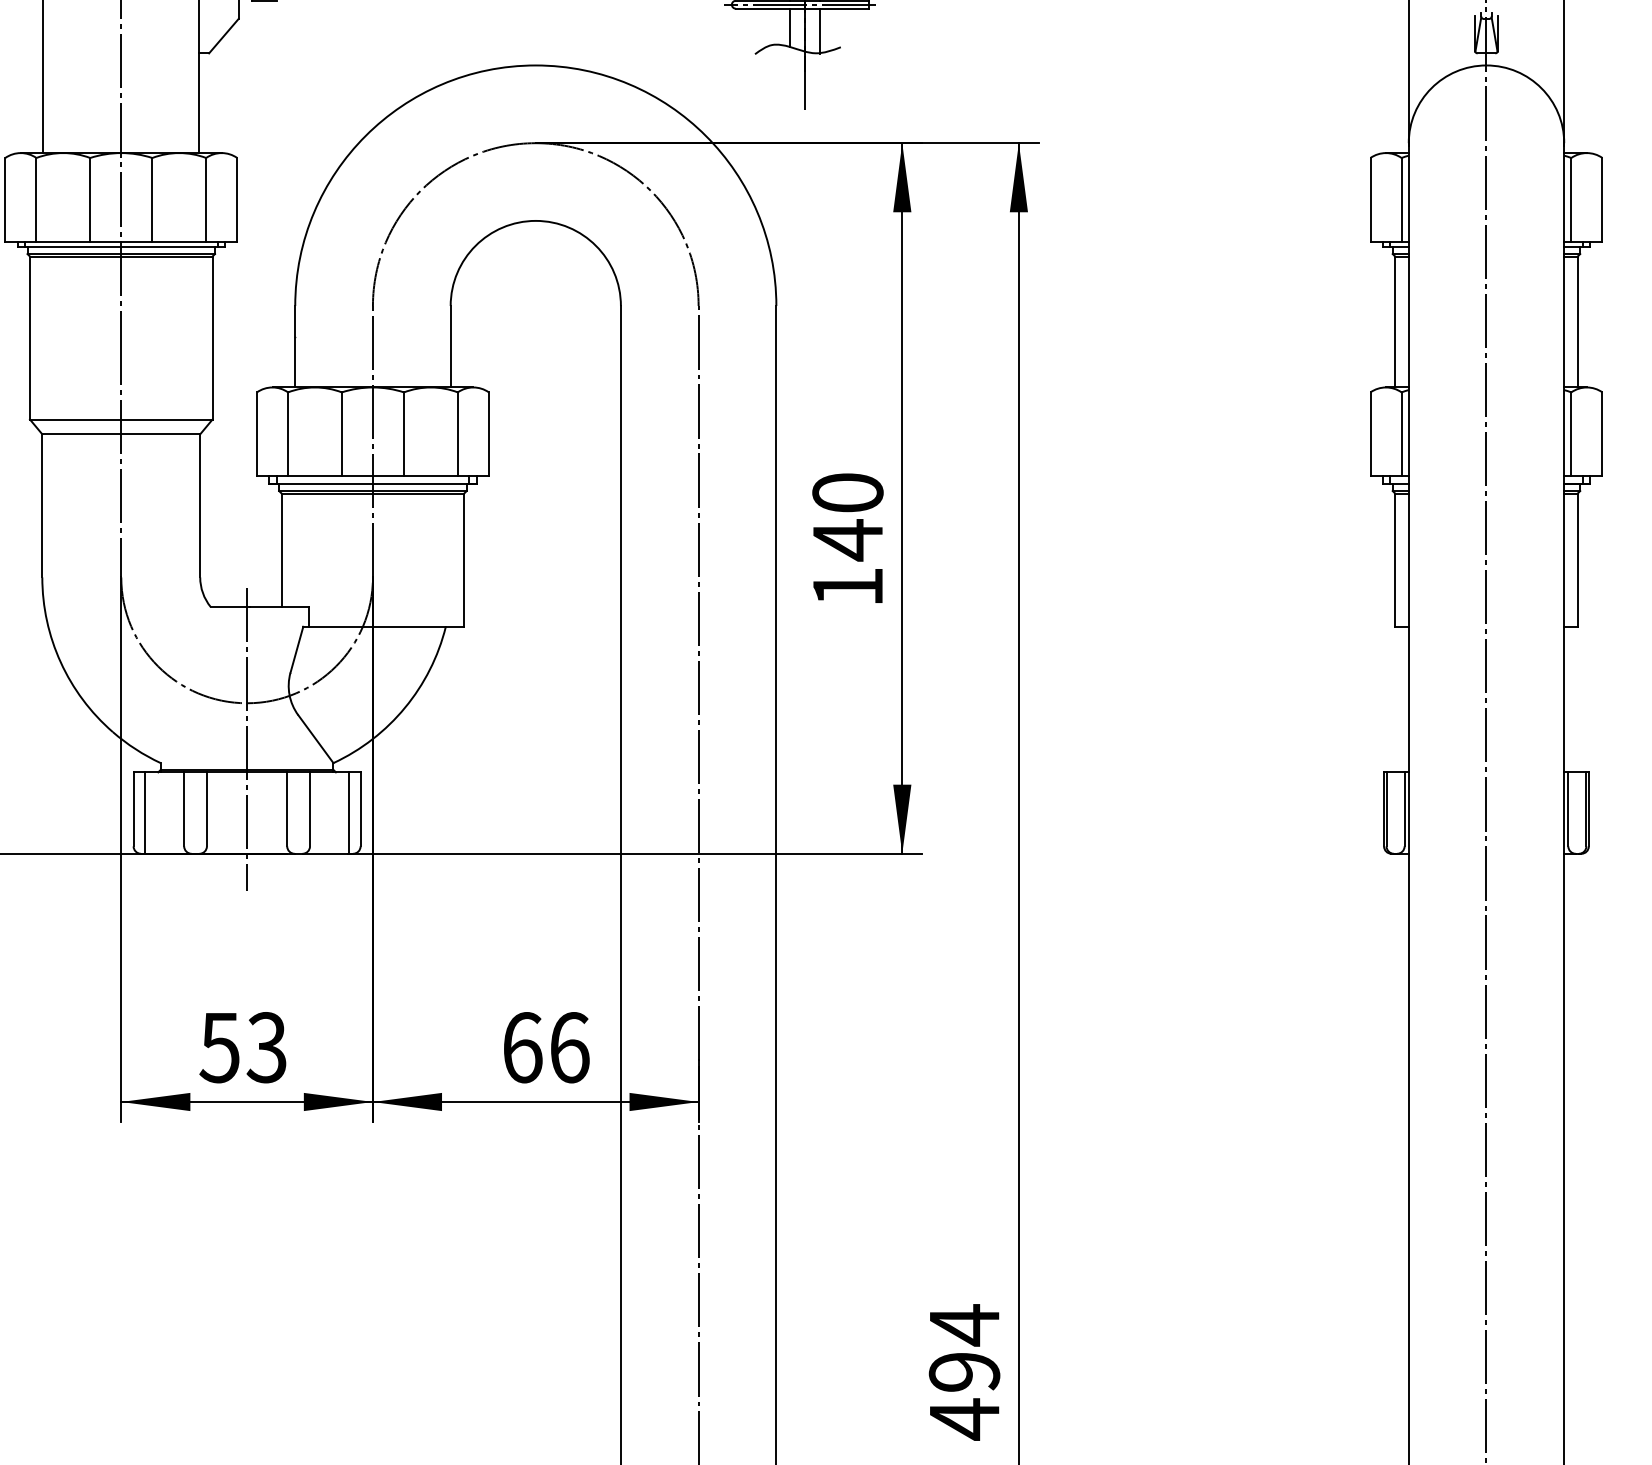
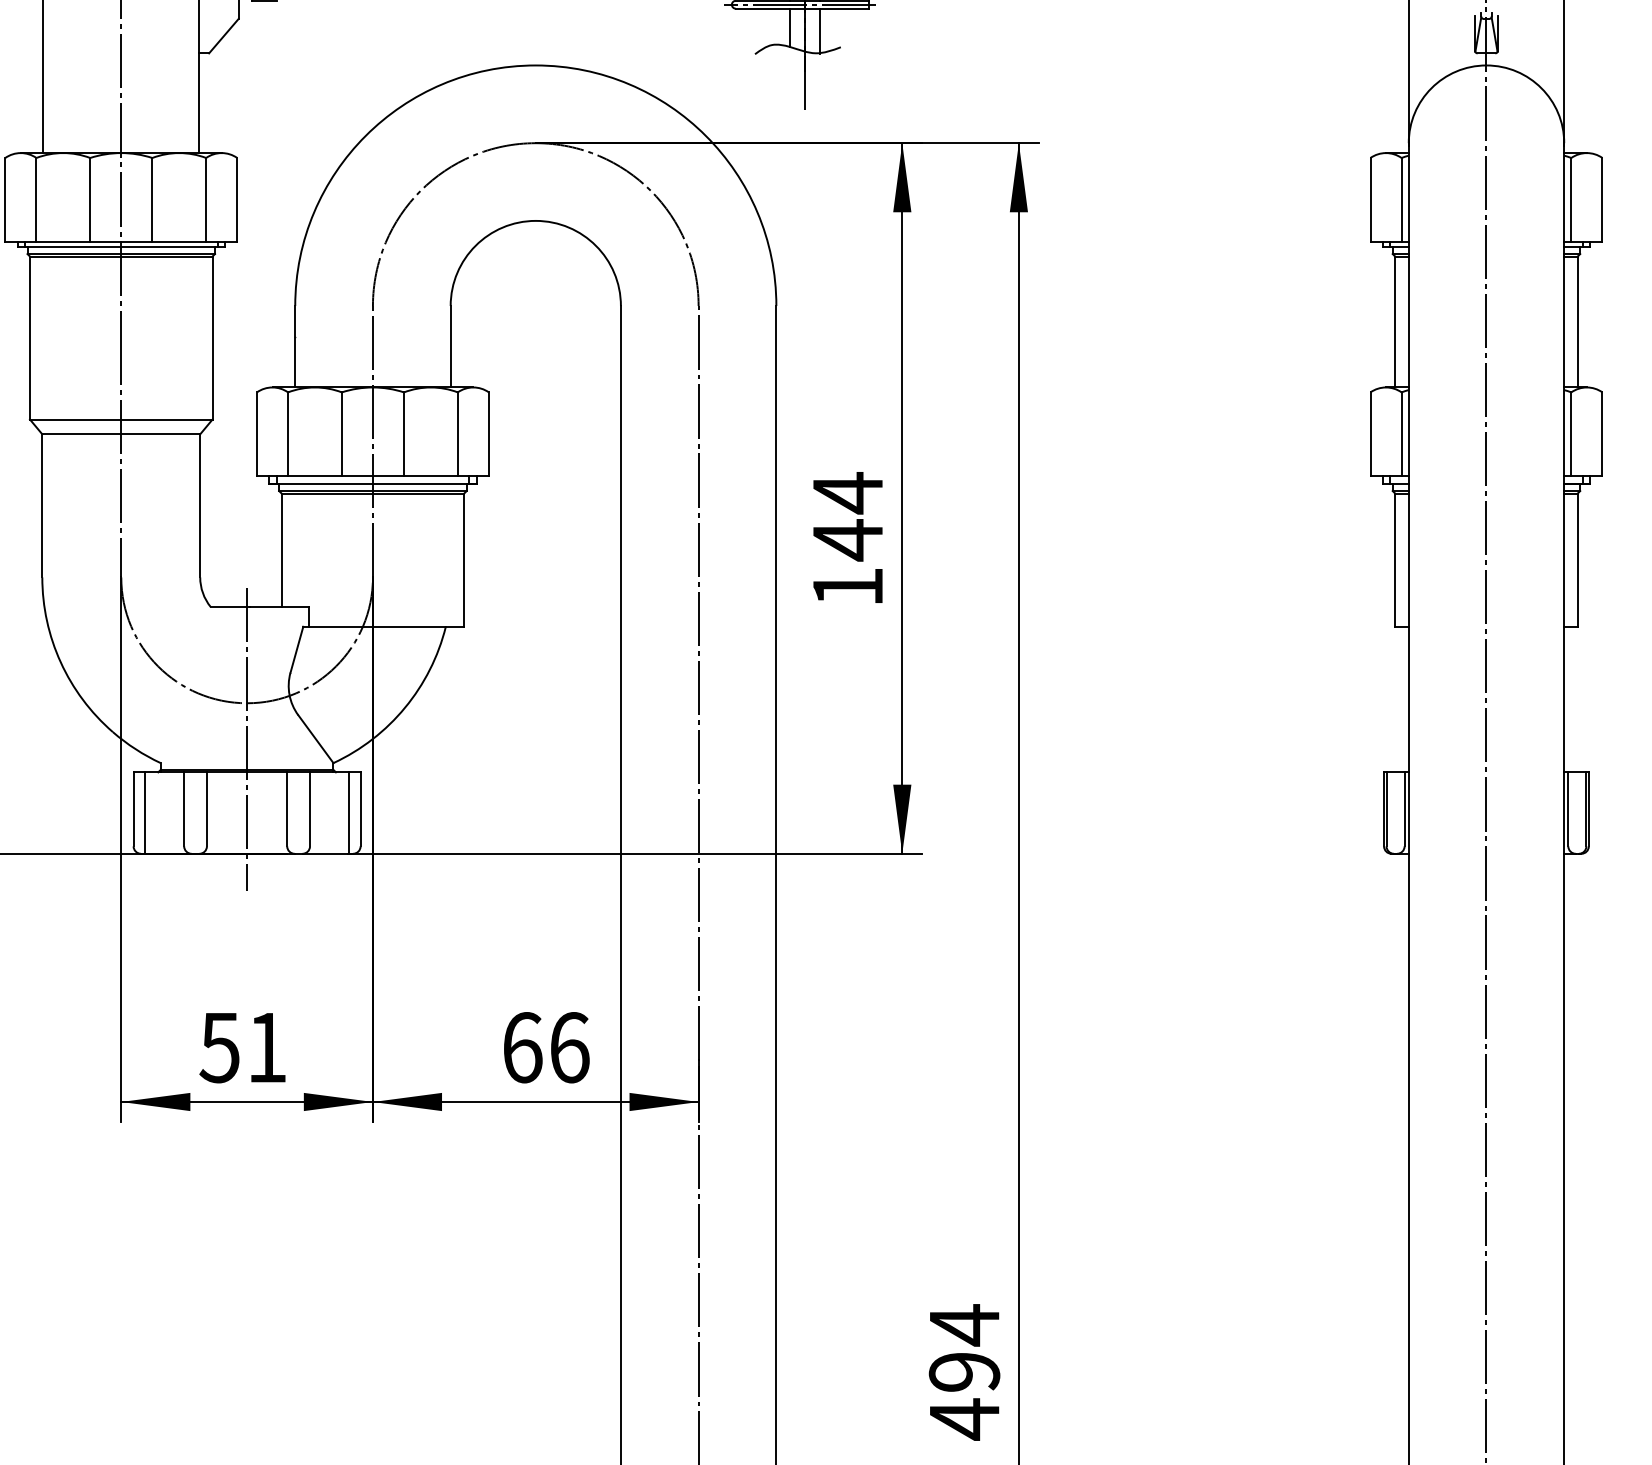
text at (847, 493): 140 -> 144
text at (266, 1047): 53 -> 51
